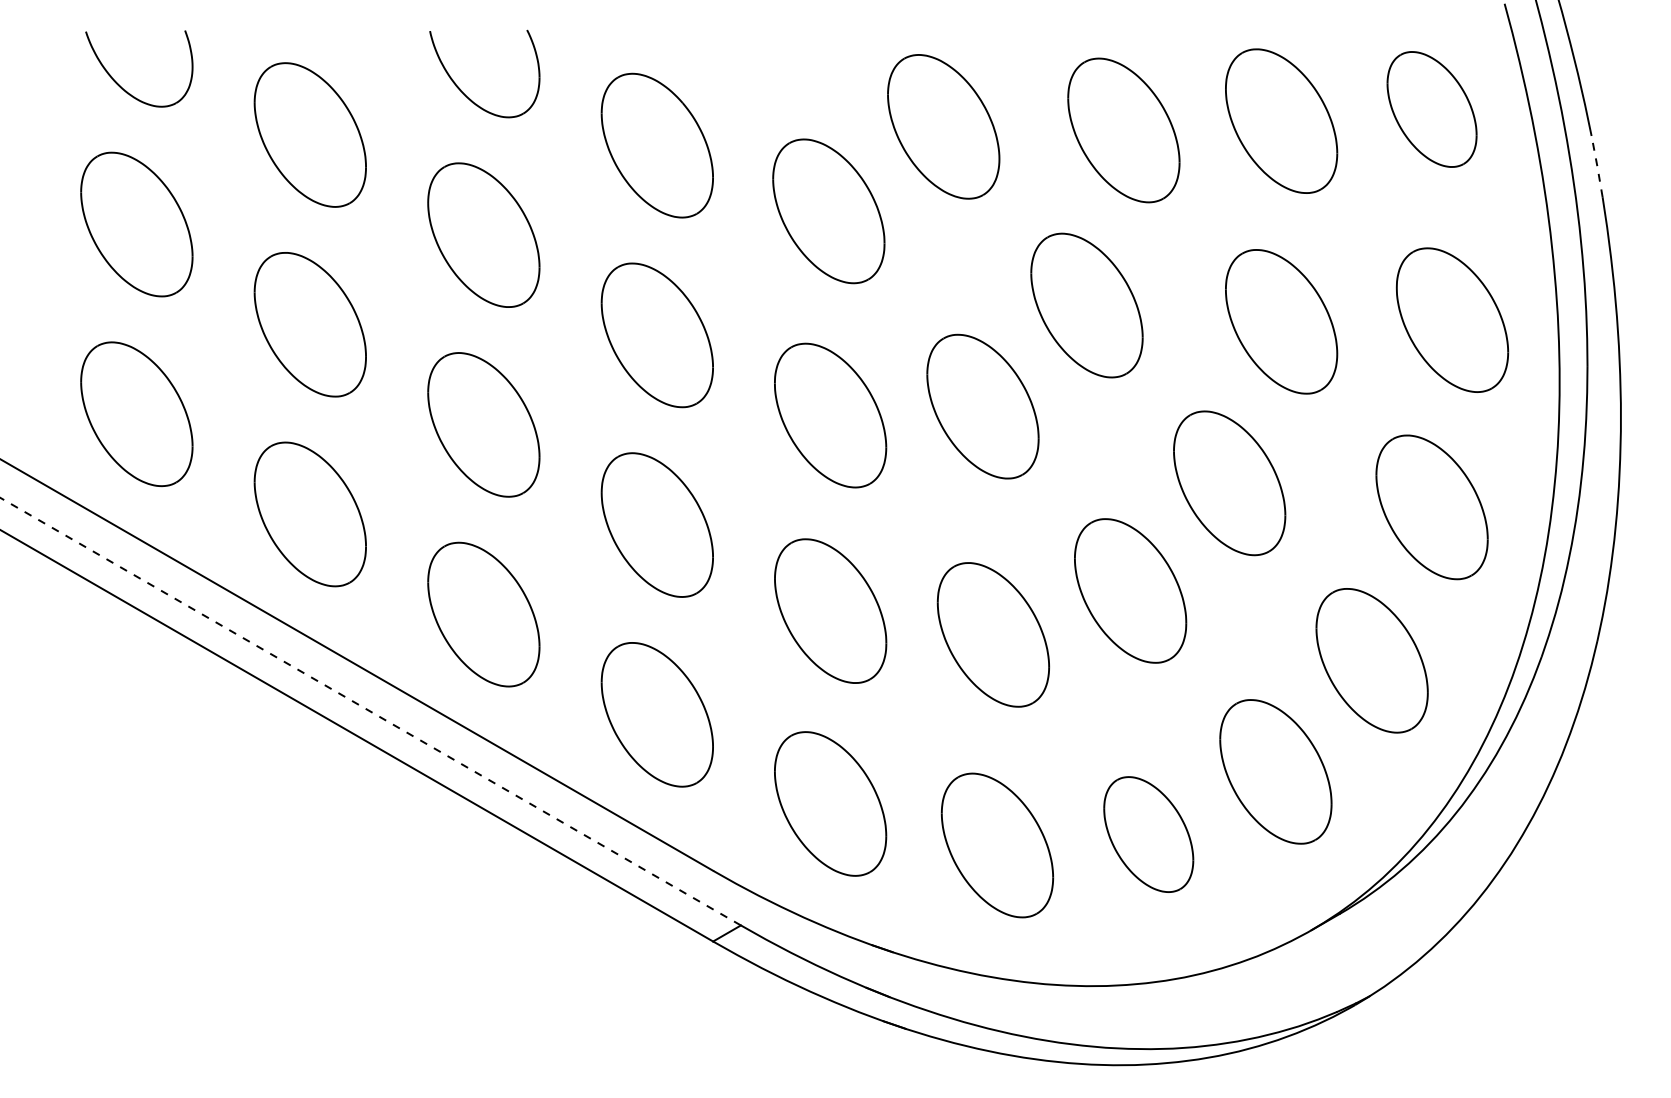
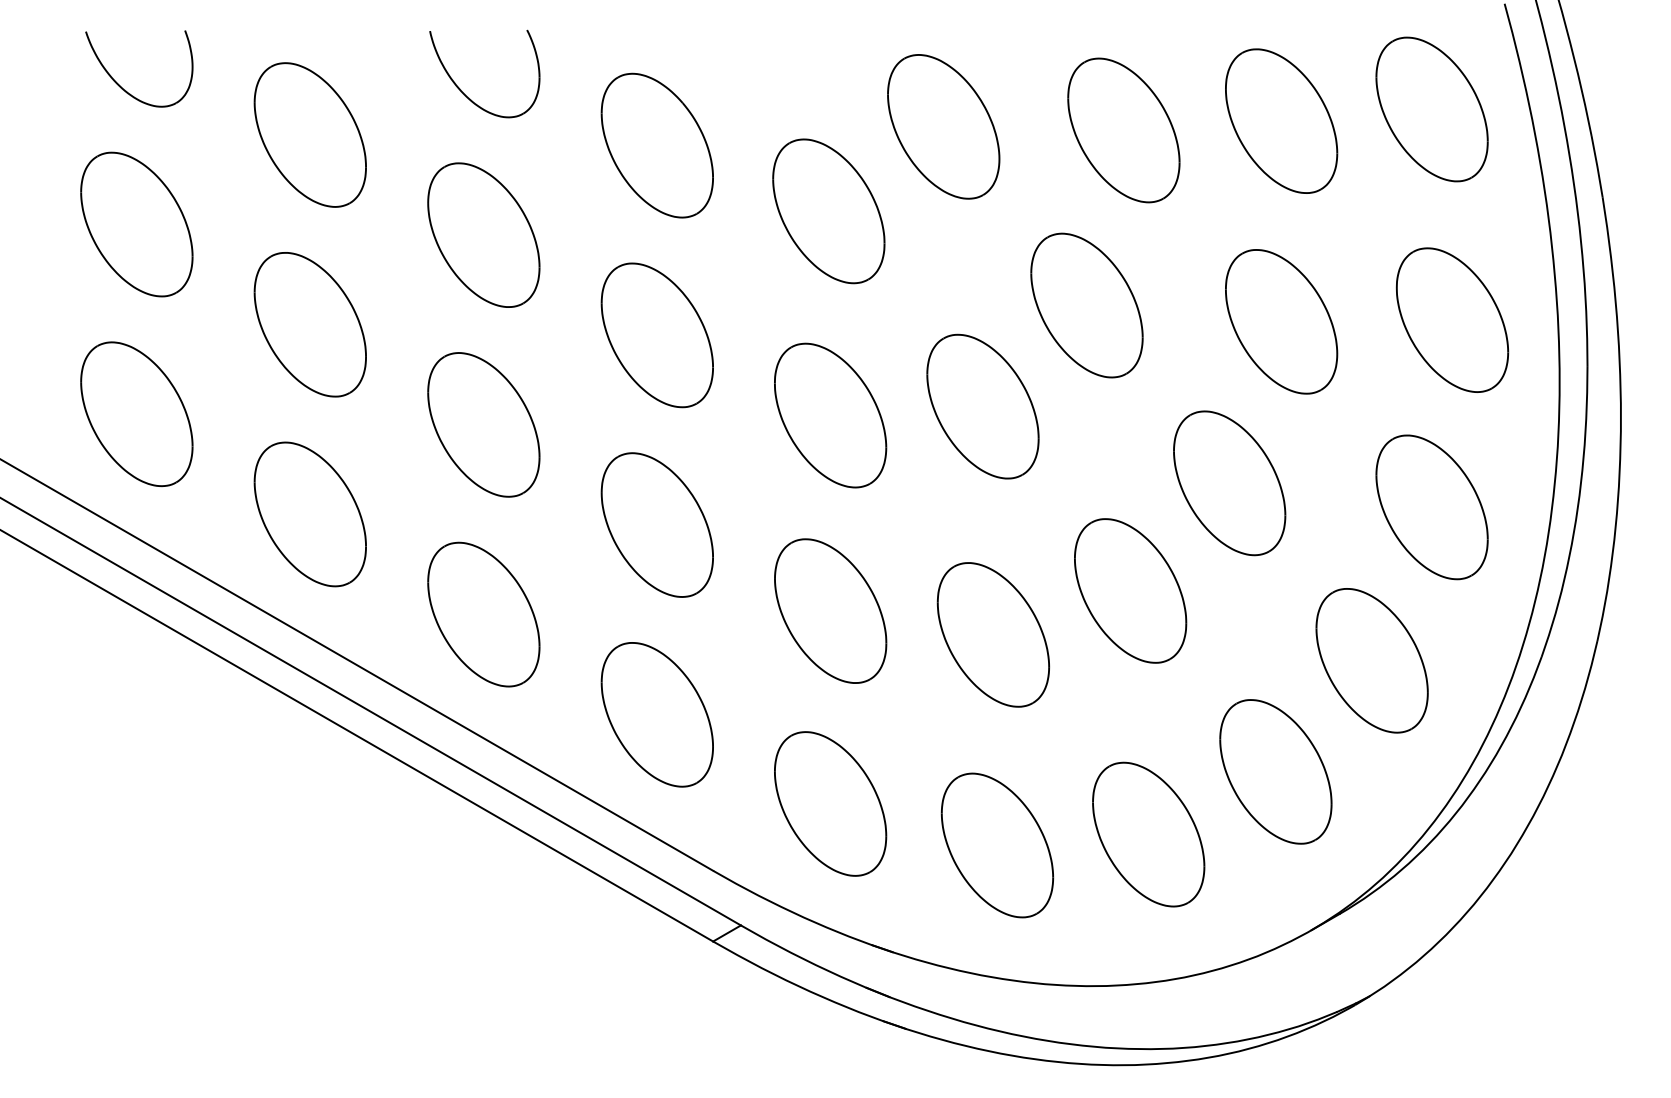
part at (1431, 109) size: 92x117 px -> 114x147 px
line at (1597, 166): dashed -> solid
line at (371, 712): dashed -> solid
part at (1148, 834) size: 92x117 px -> 114x147 px
